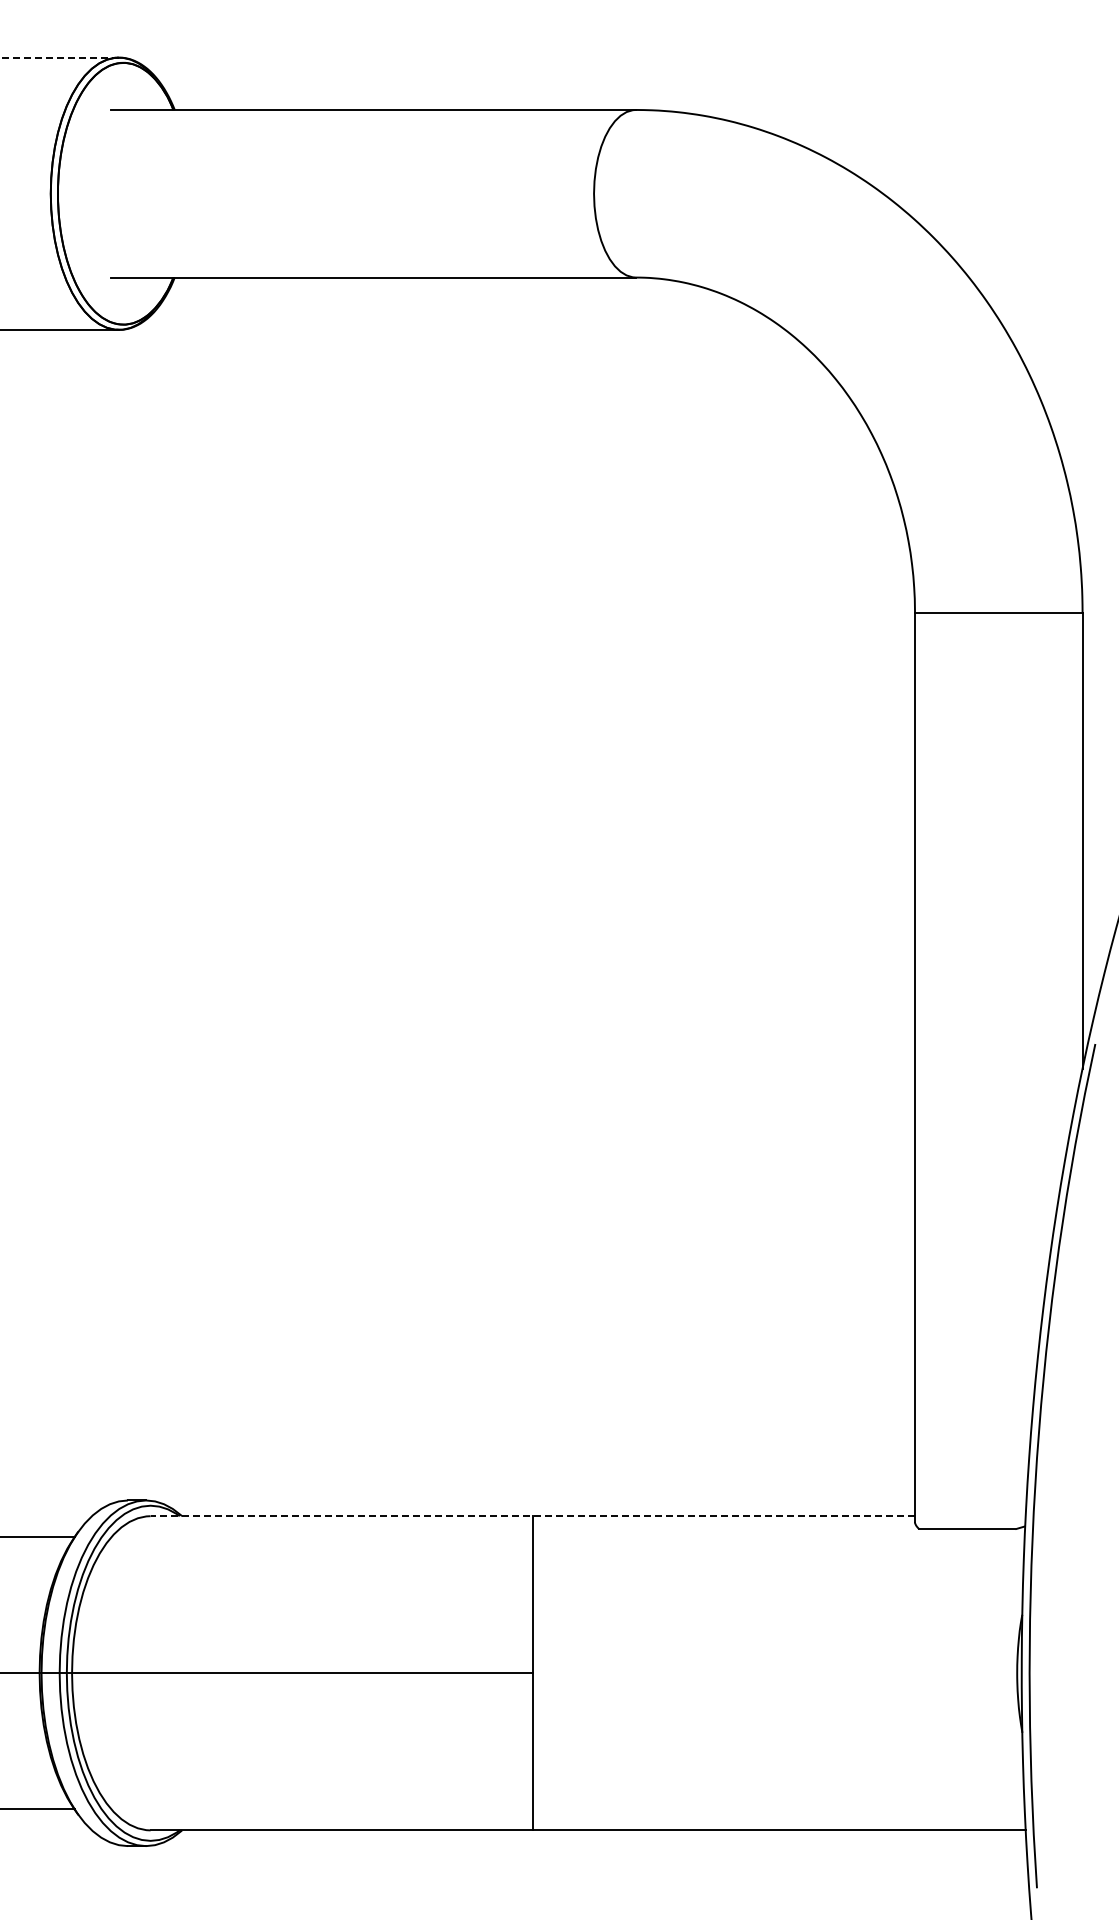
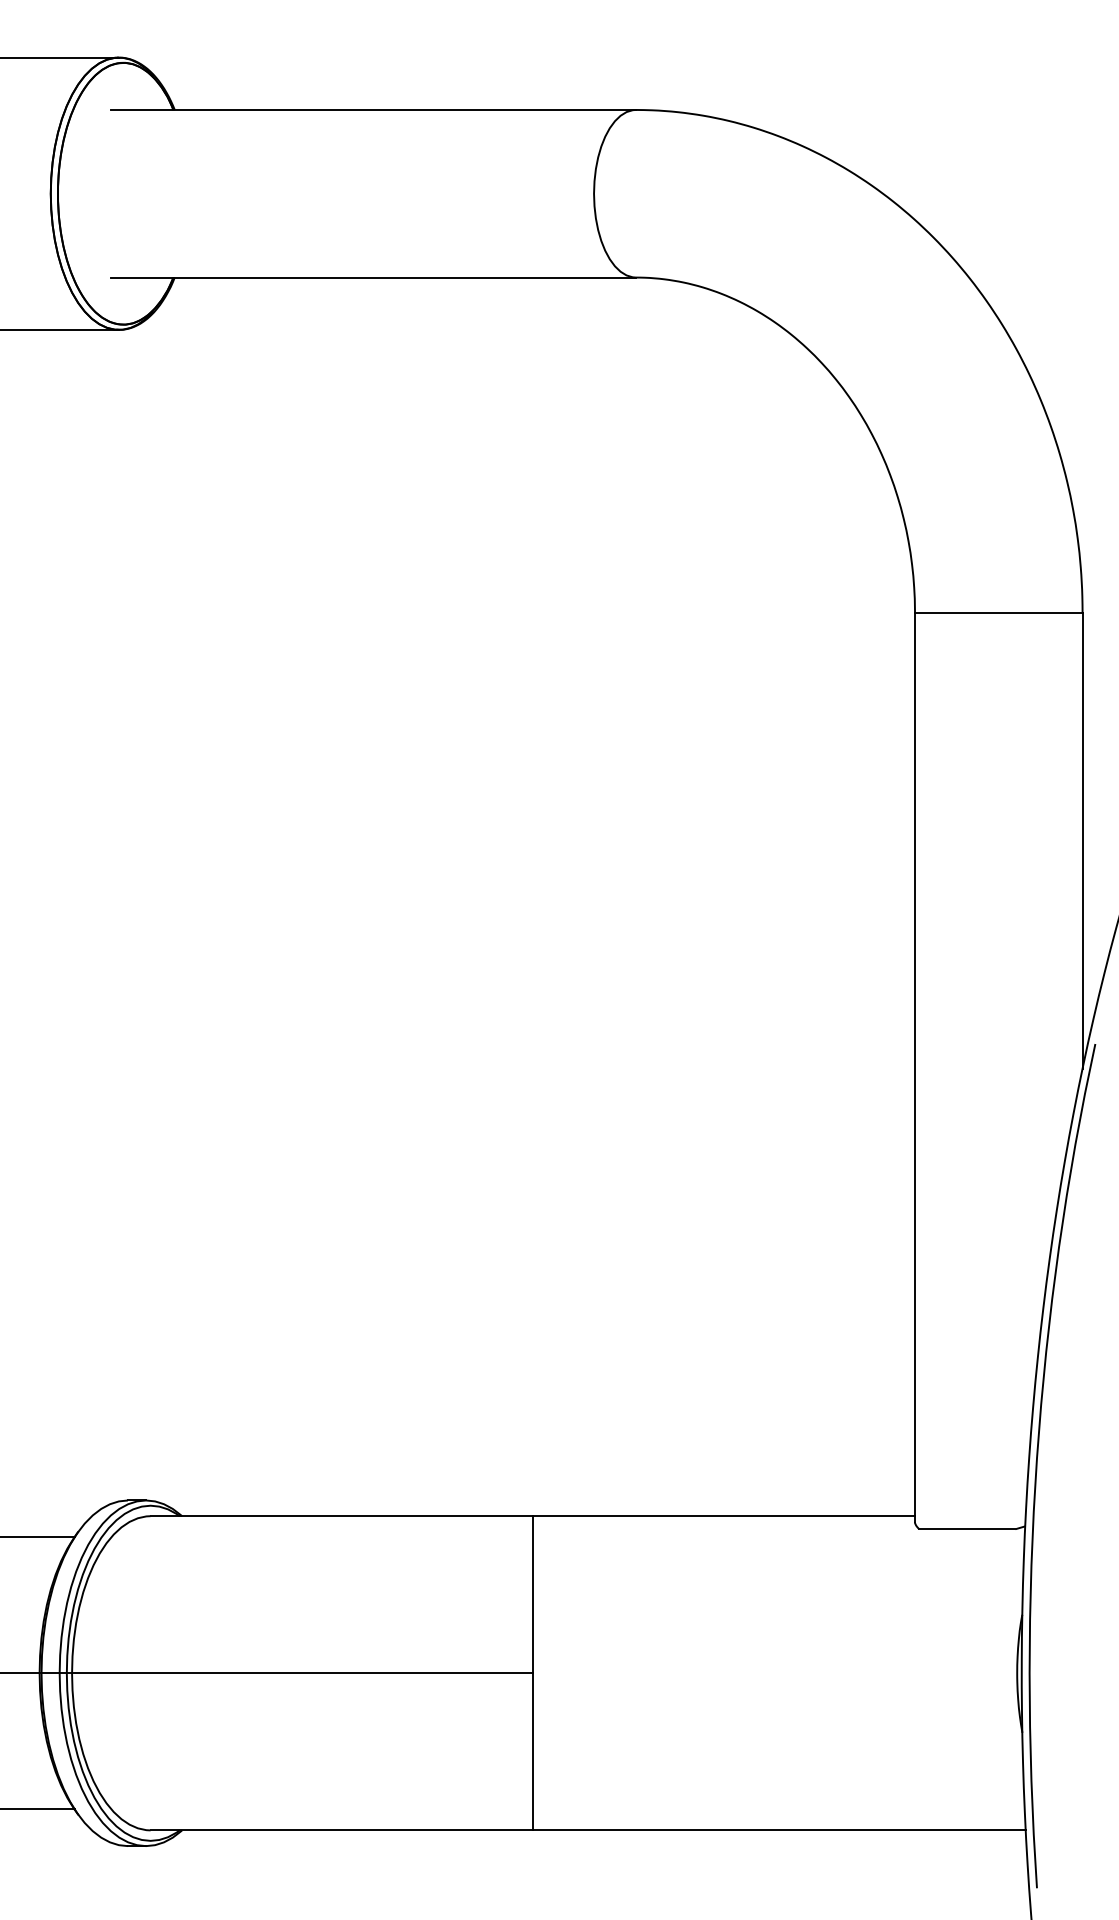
line at (59, 57): dashed -> solid
line at (532, 1516): dashed -> solid
